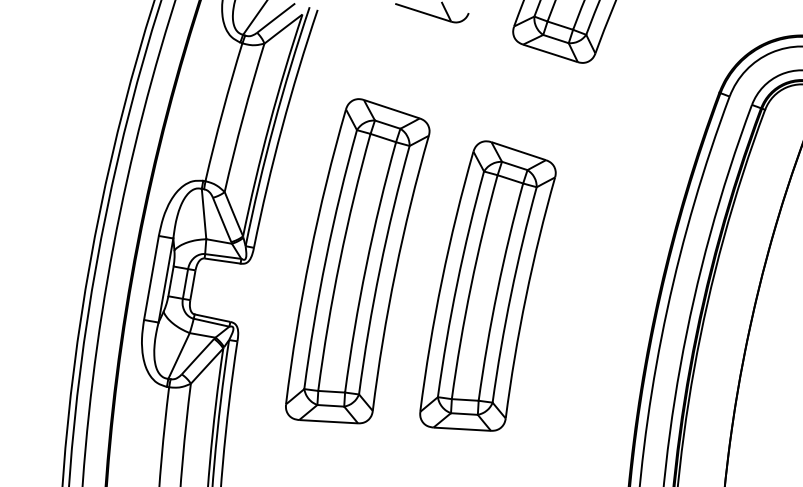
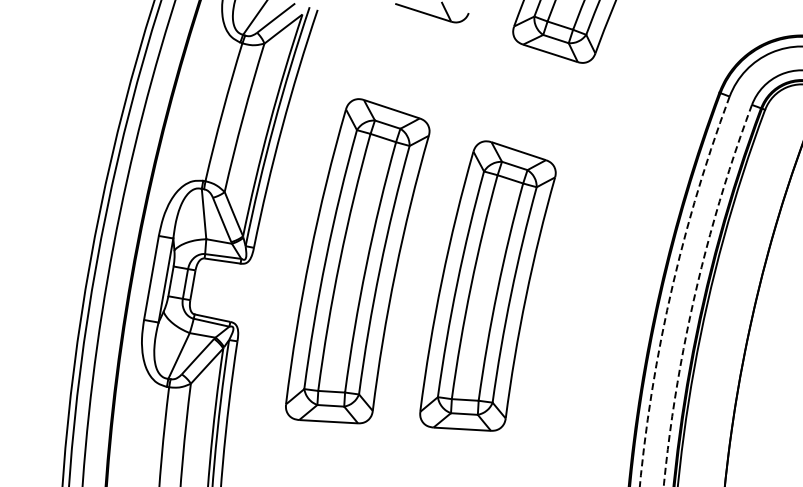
arc at (671, 288): solid -> dashed
arc at (695, 293): solid -> dashed
